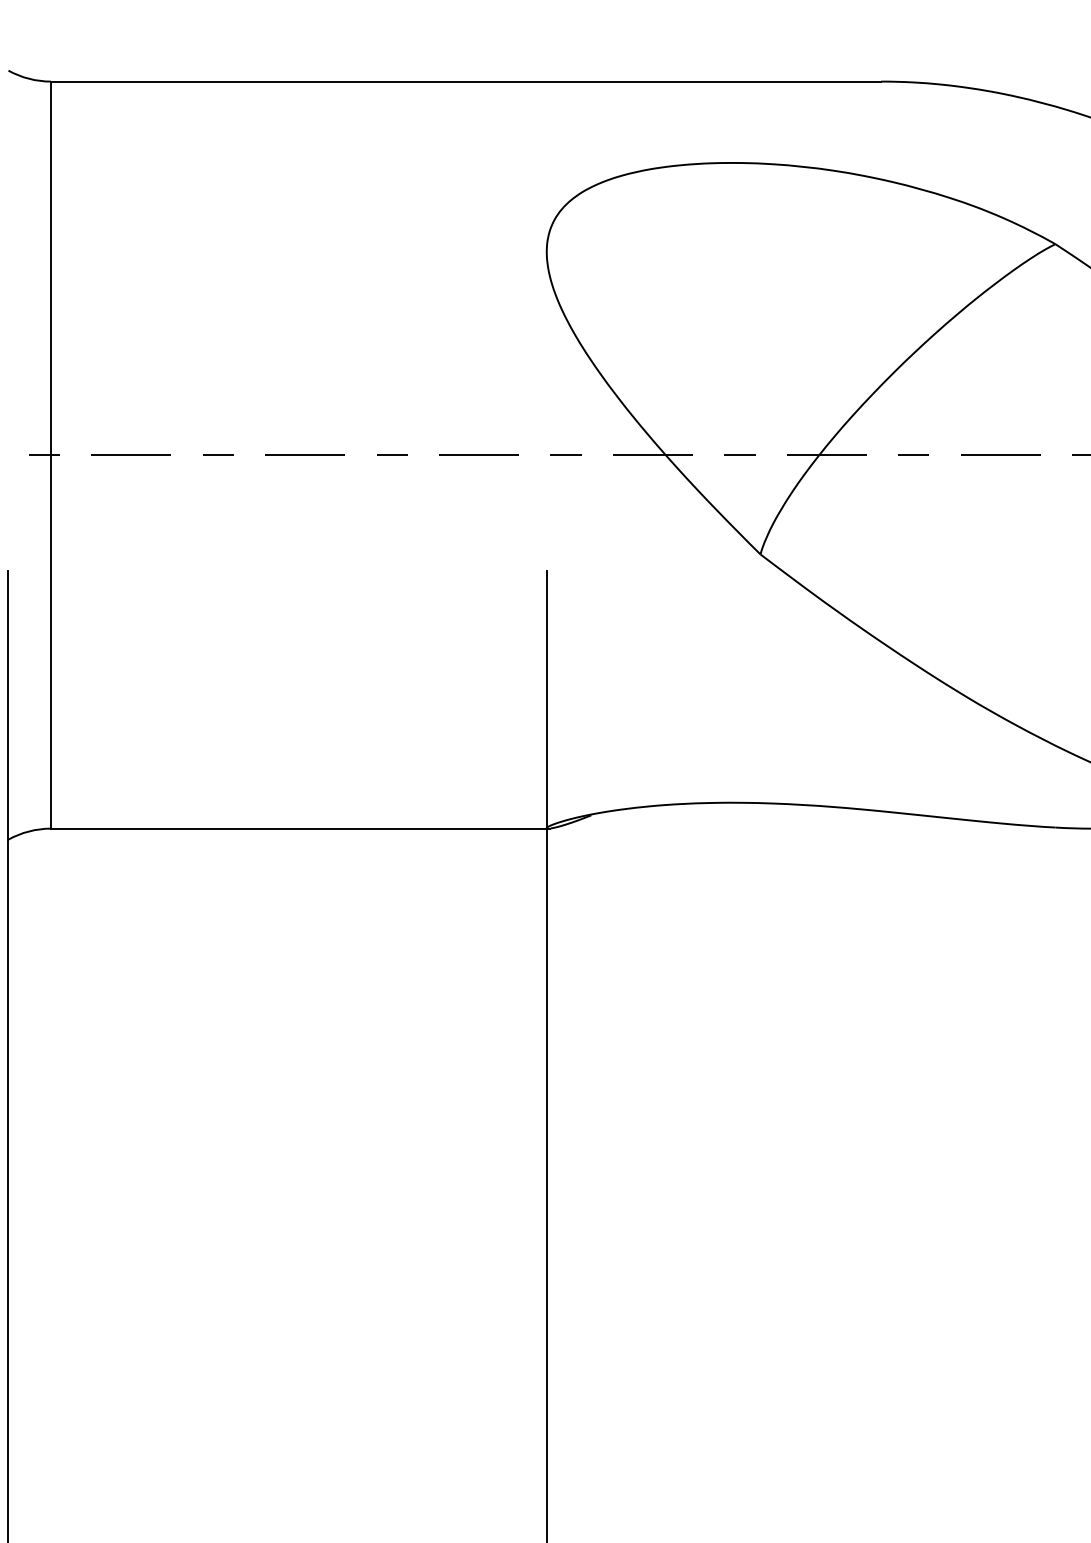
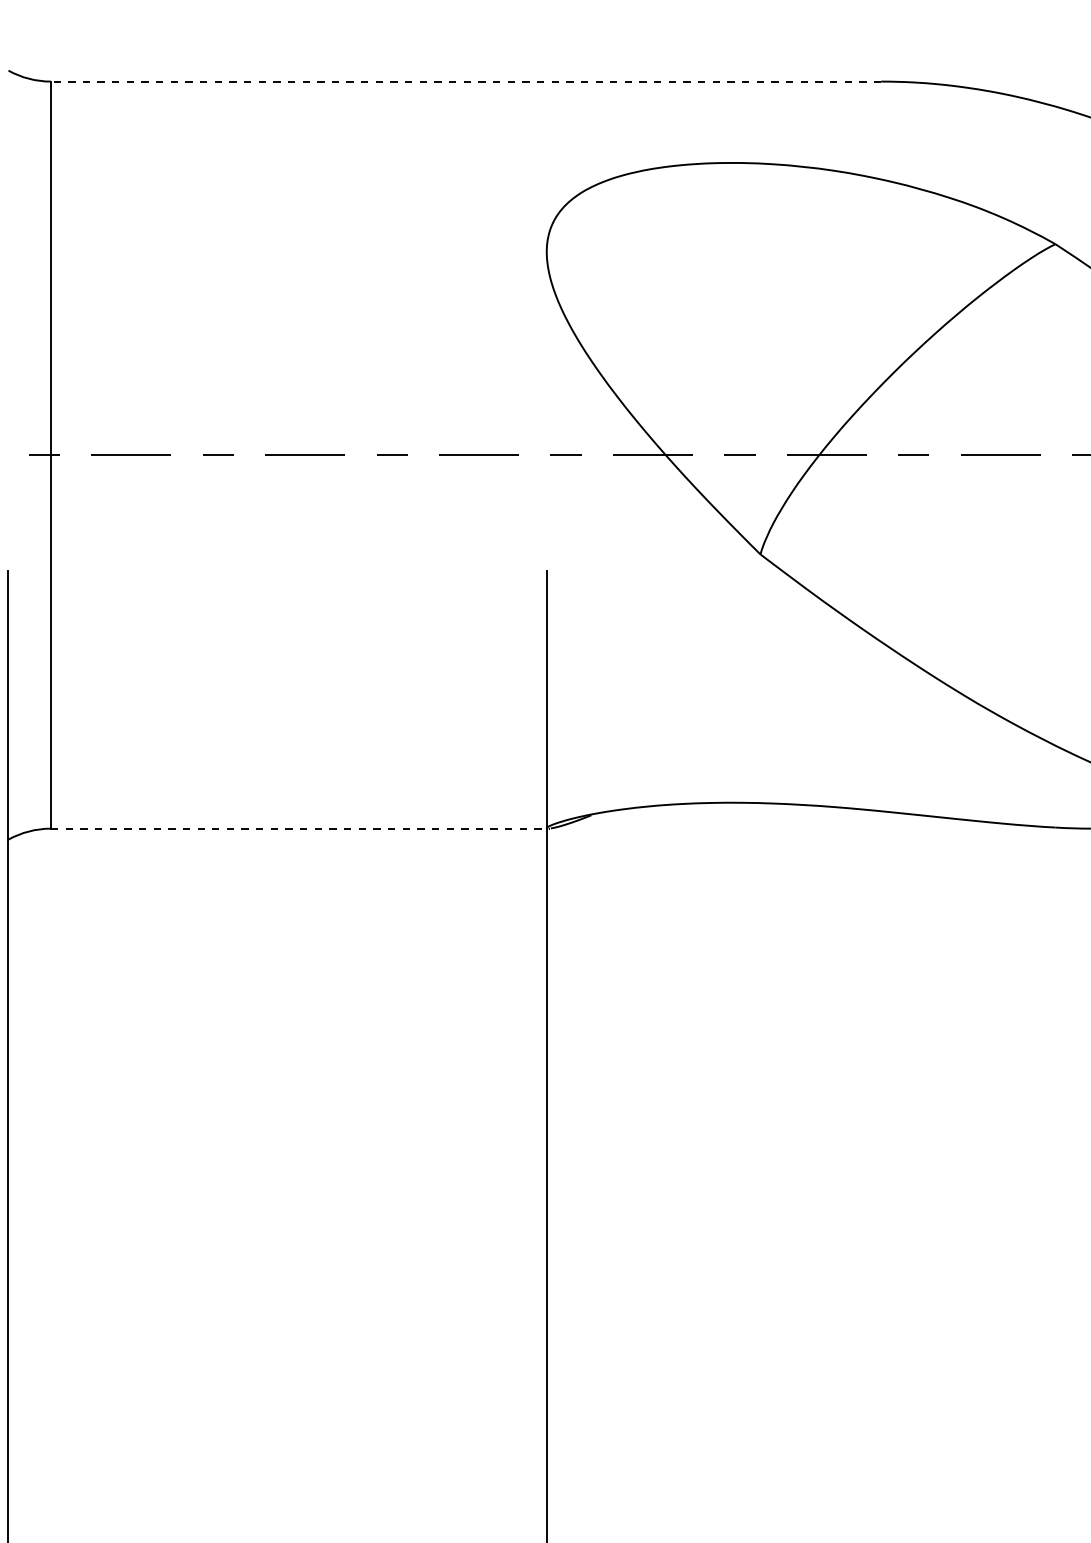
line at (465, 81): solid -> dashed
line at (300, 828): solid -> dashed
